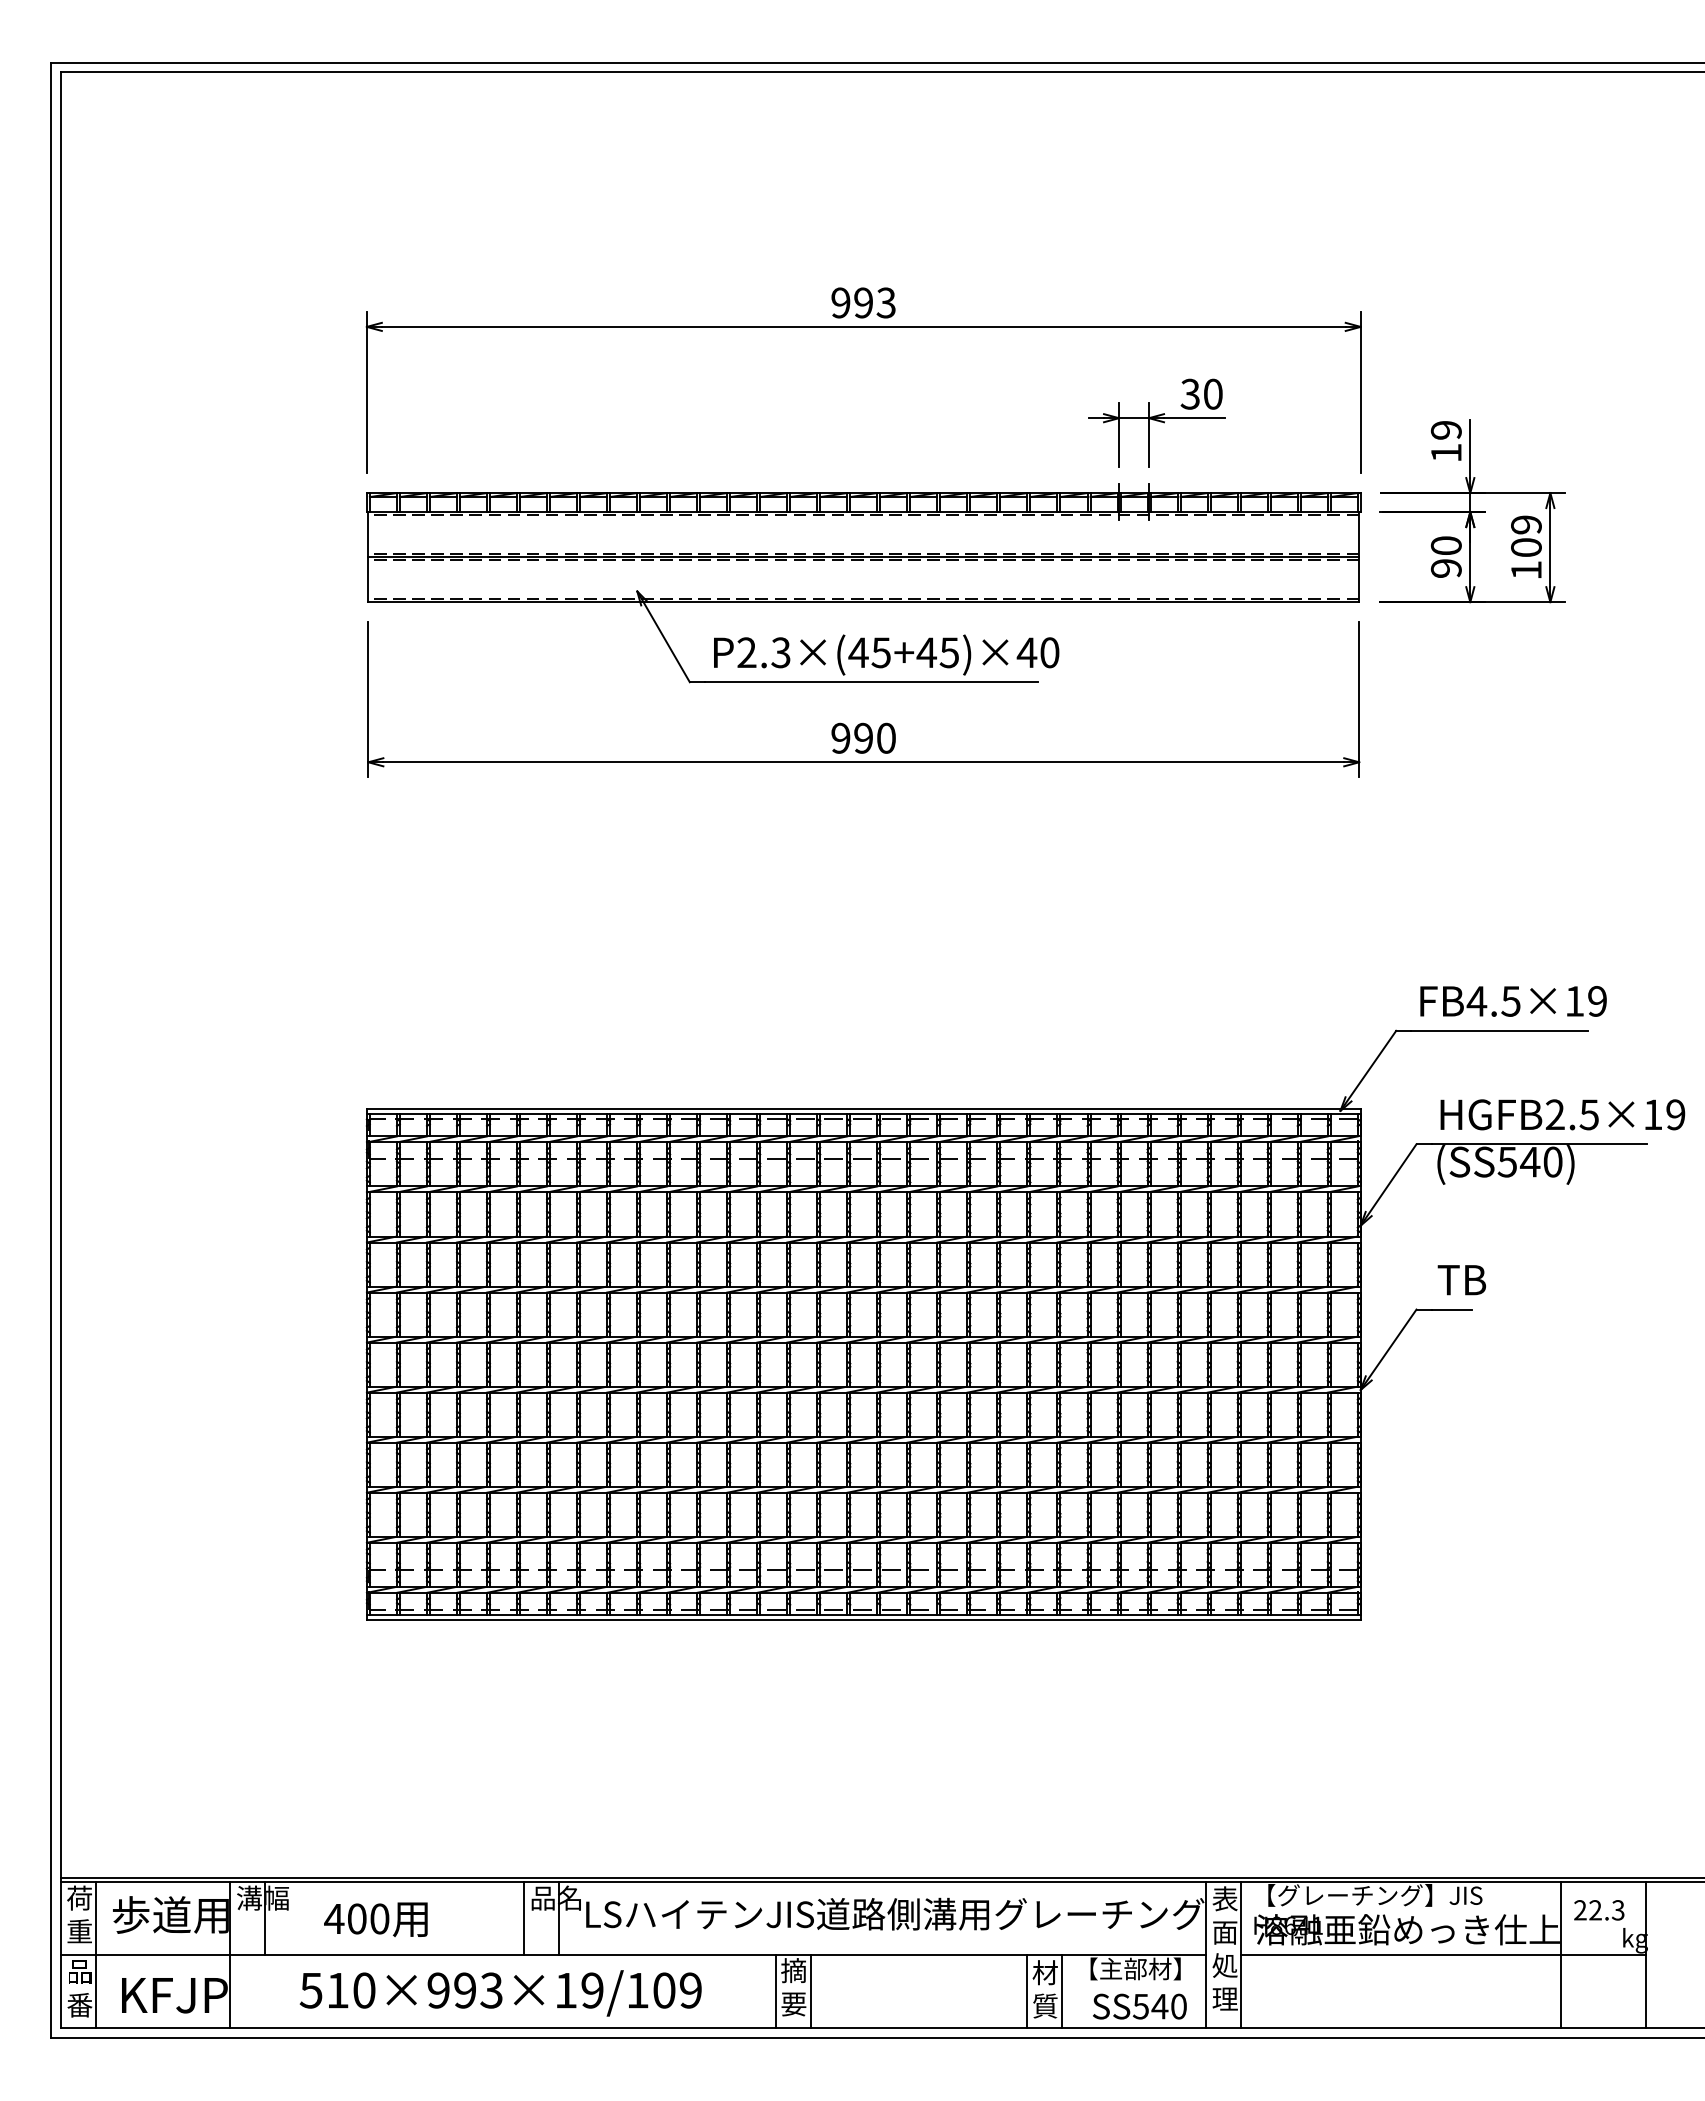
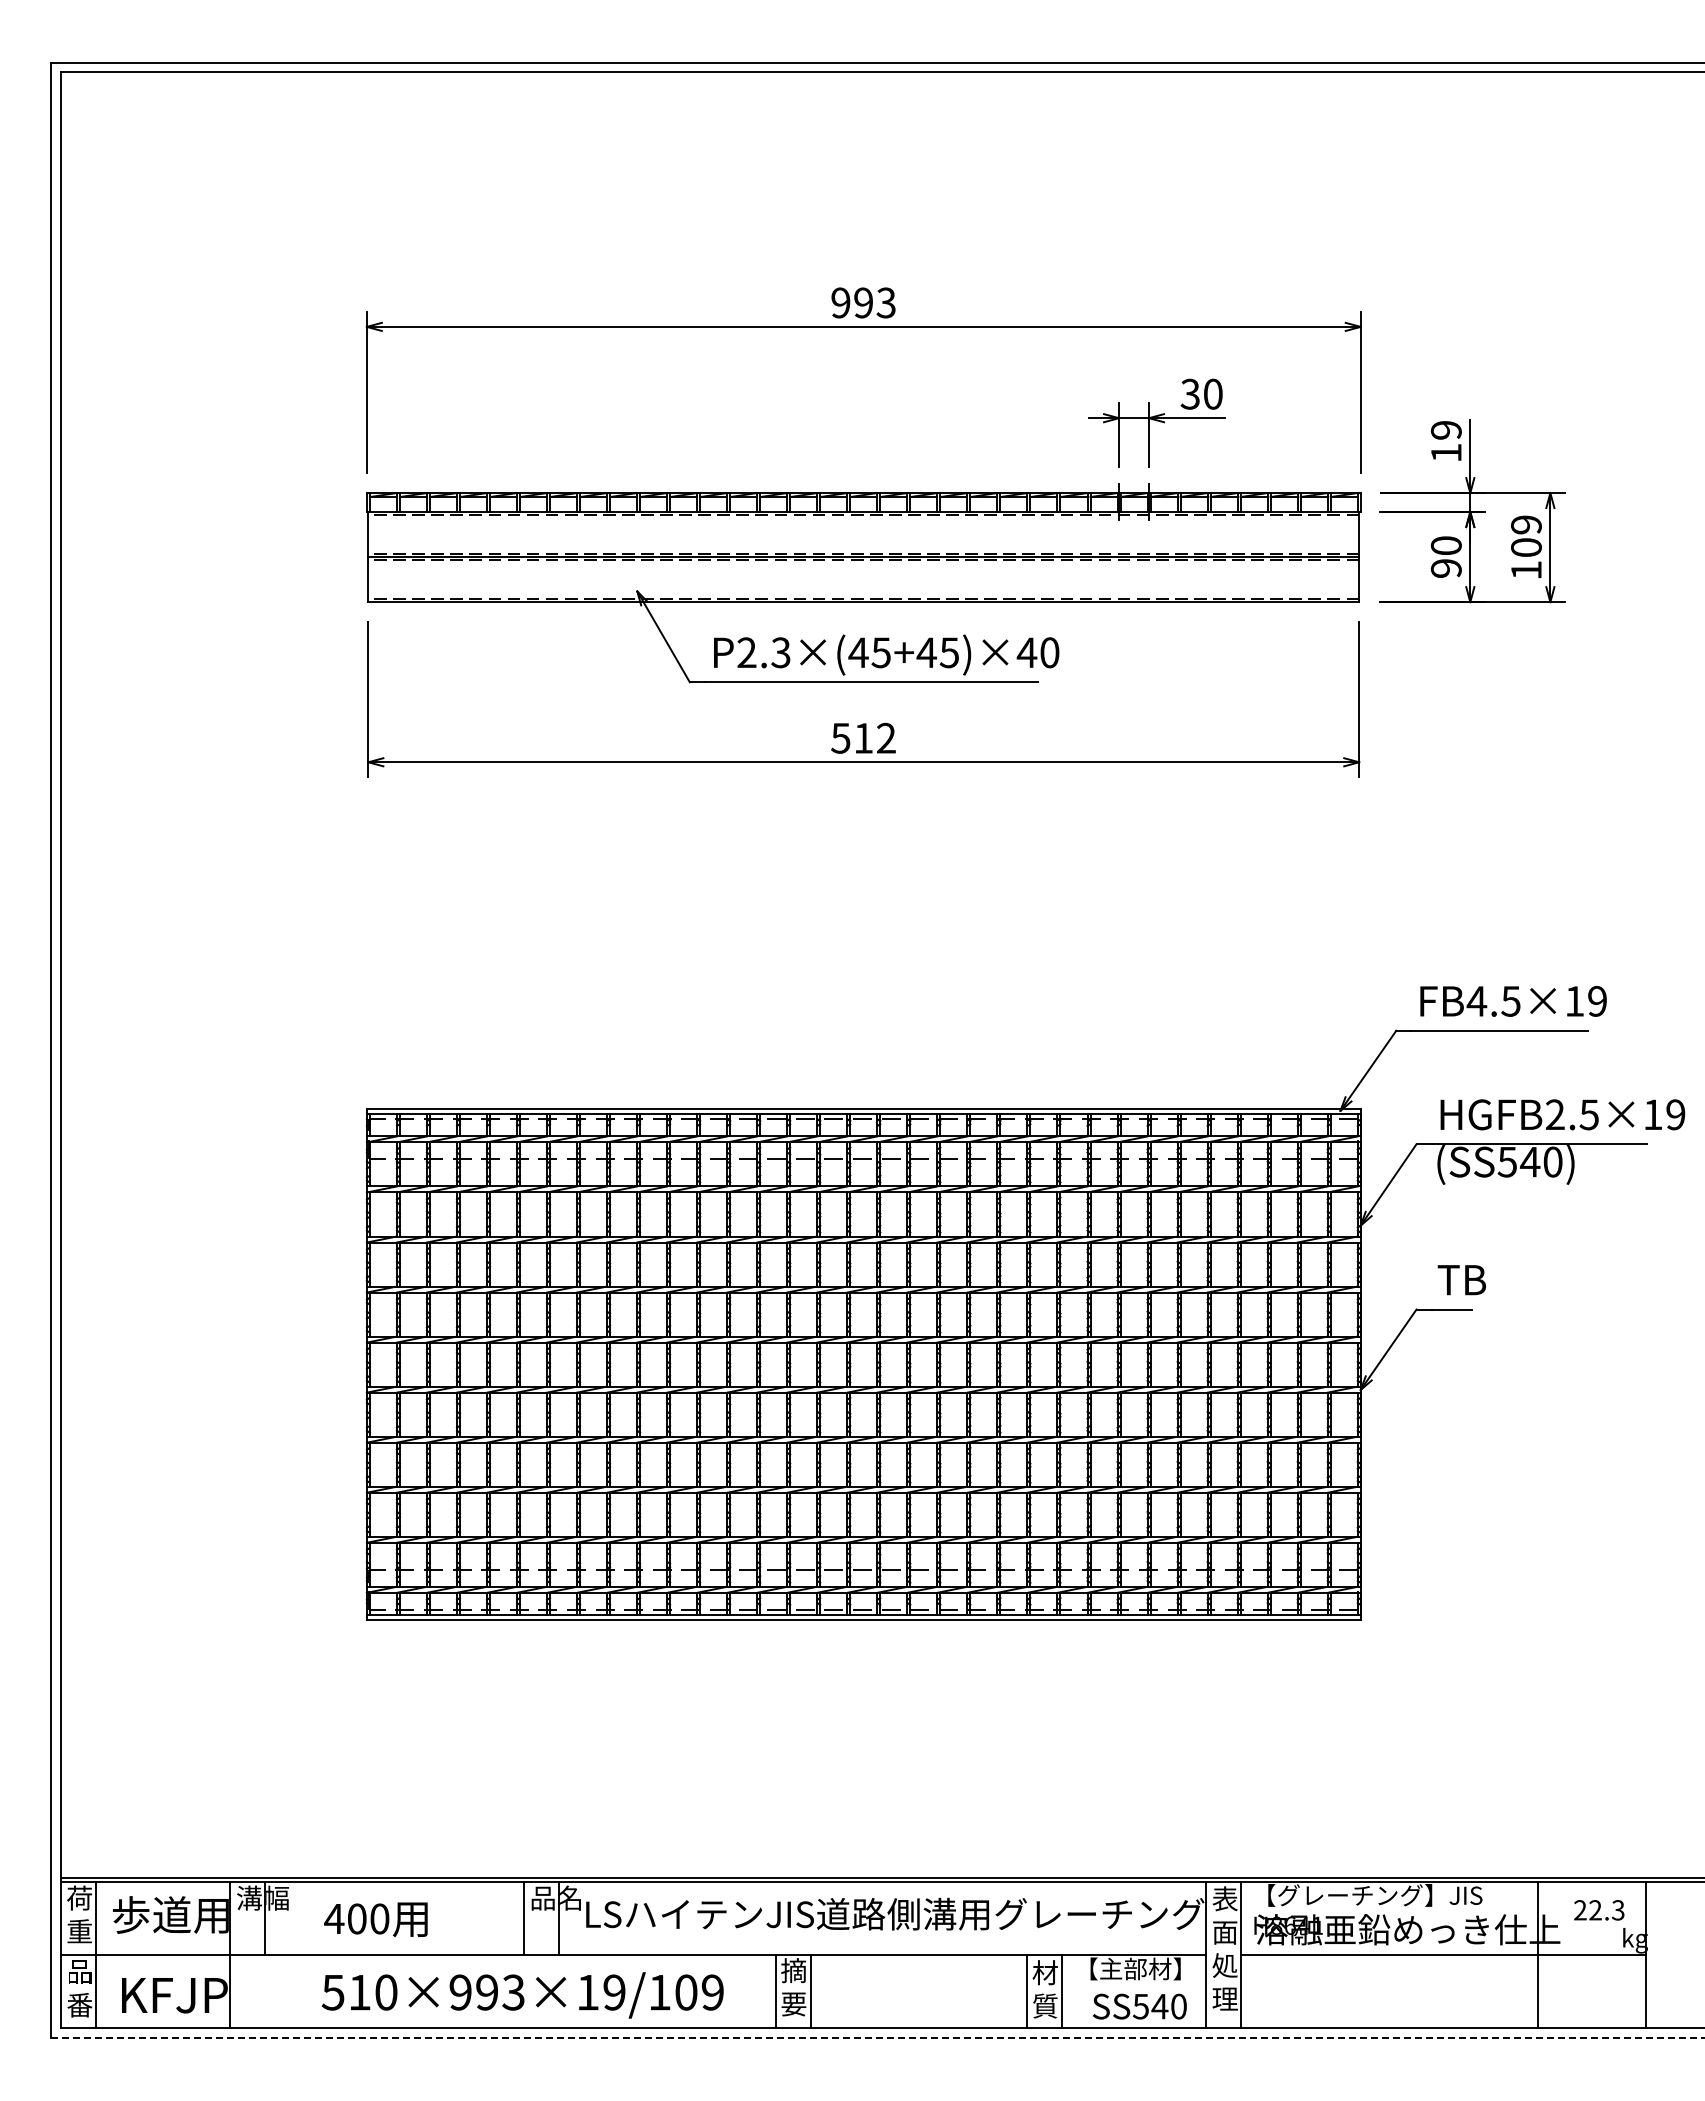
text at (863, 737): 990 -> 512
line at (1561, 1954) position: (1561, 1954) -> (1538, 1954)
text at (500, 1993) position: (500, 1993) -> (522, 1995)
line at (878, 2037): solid -> dashed
